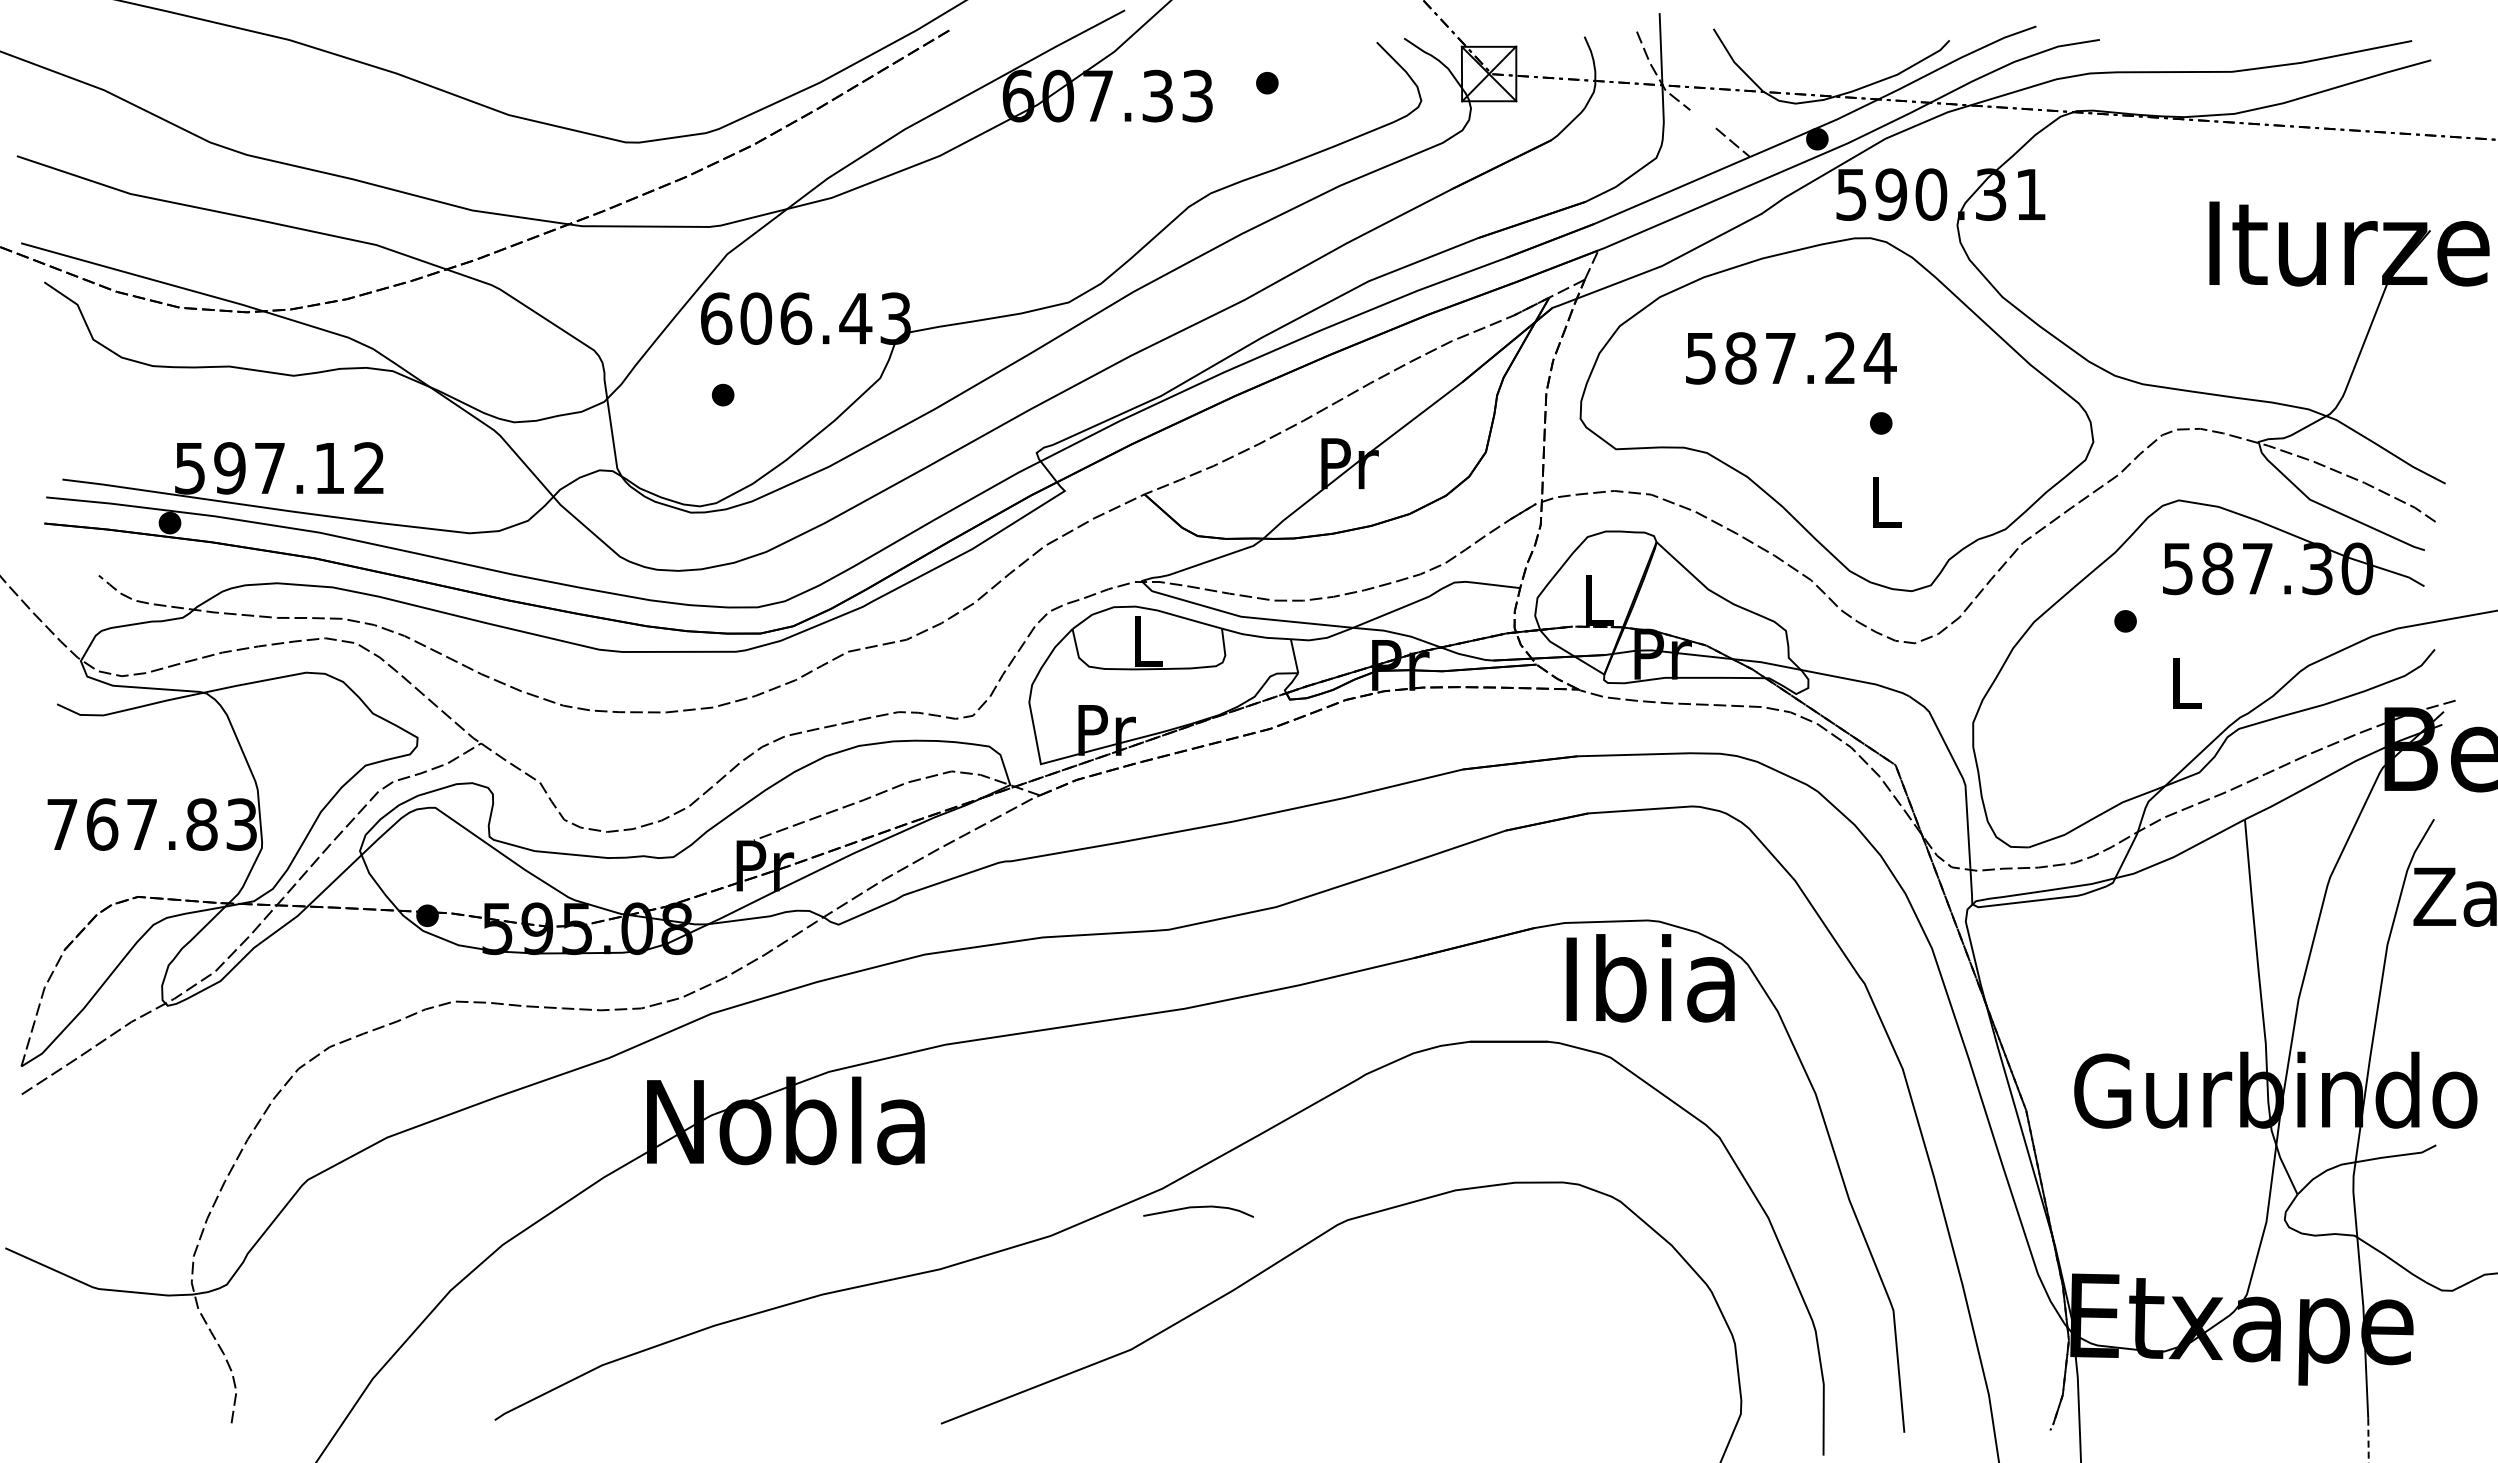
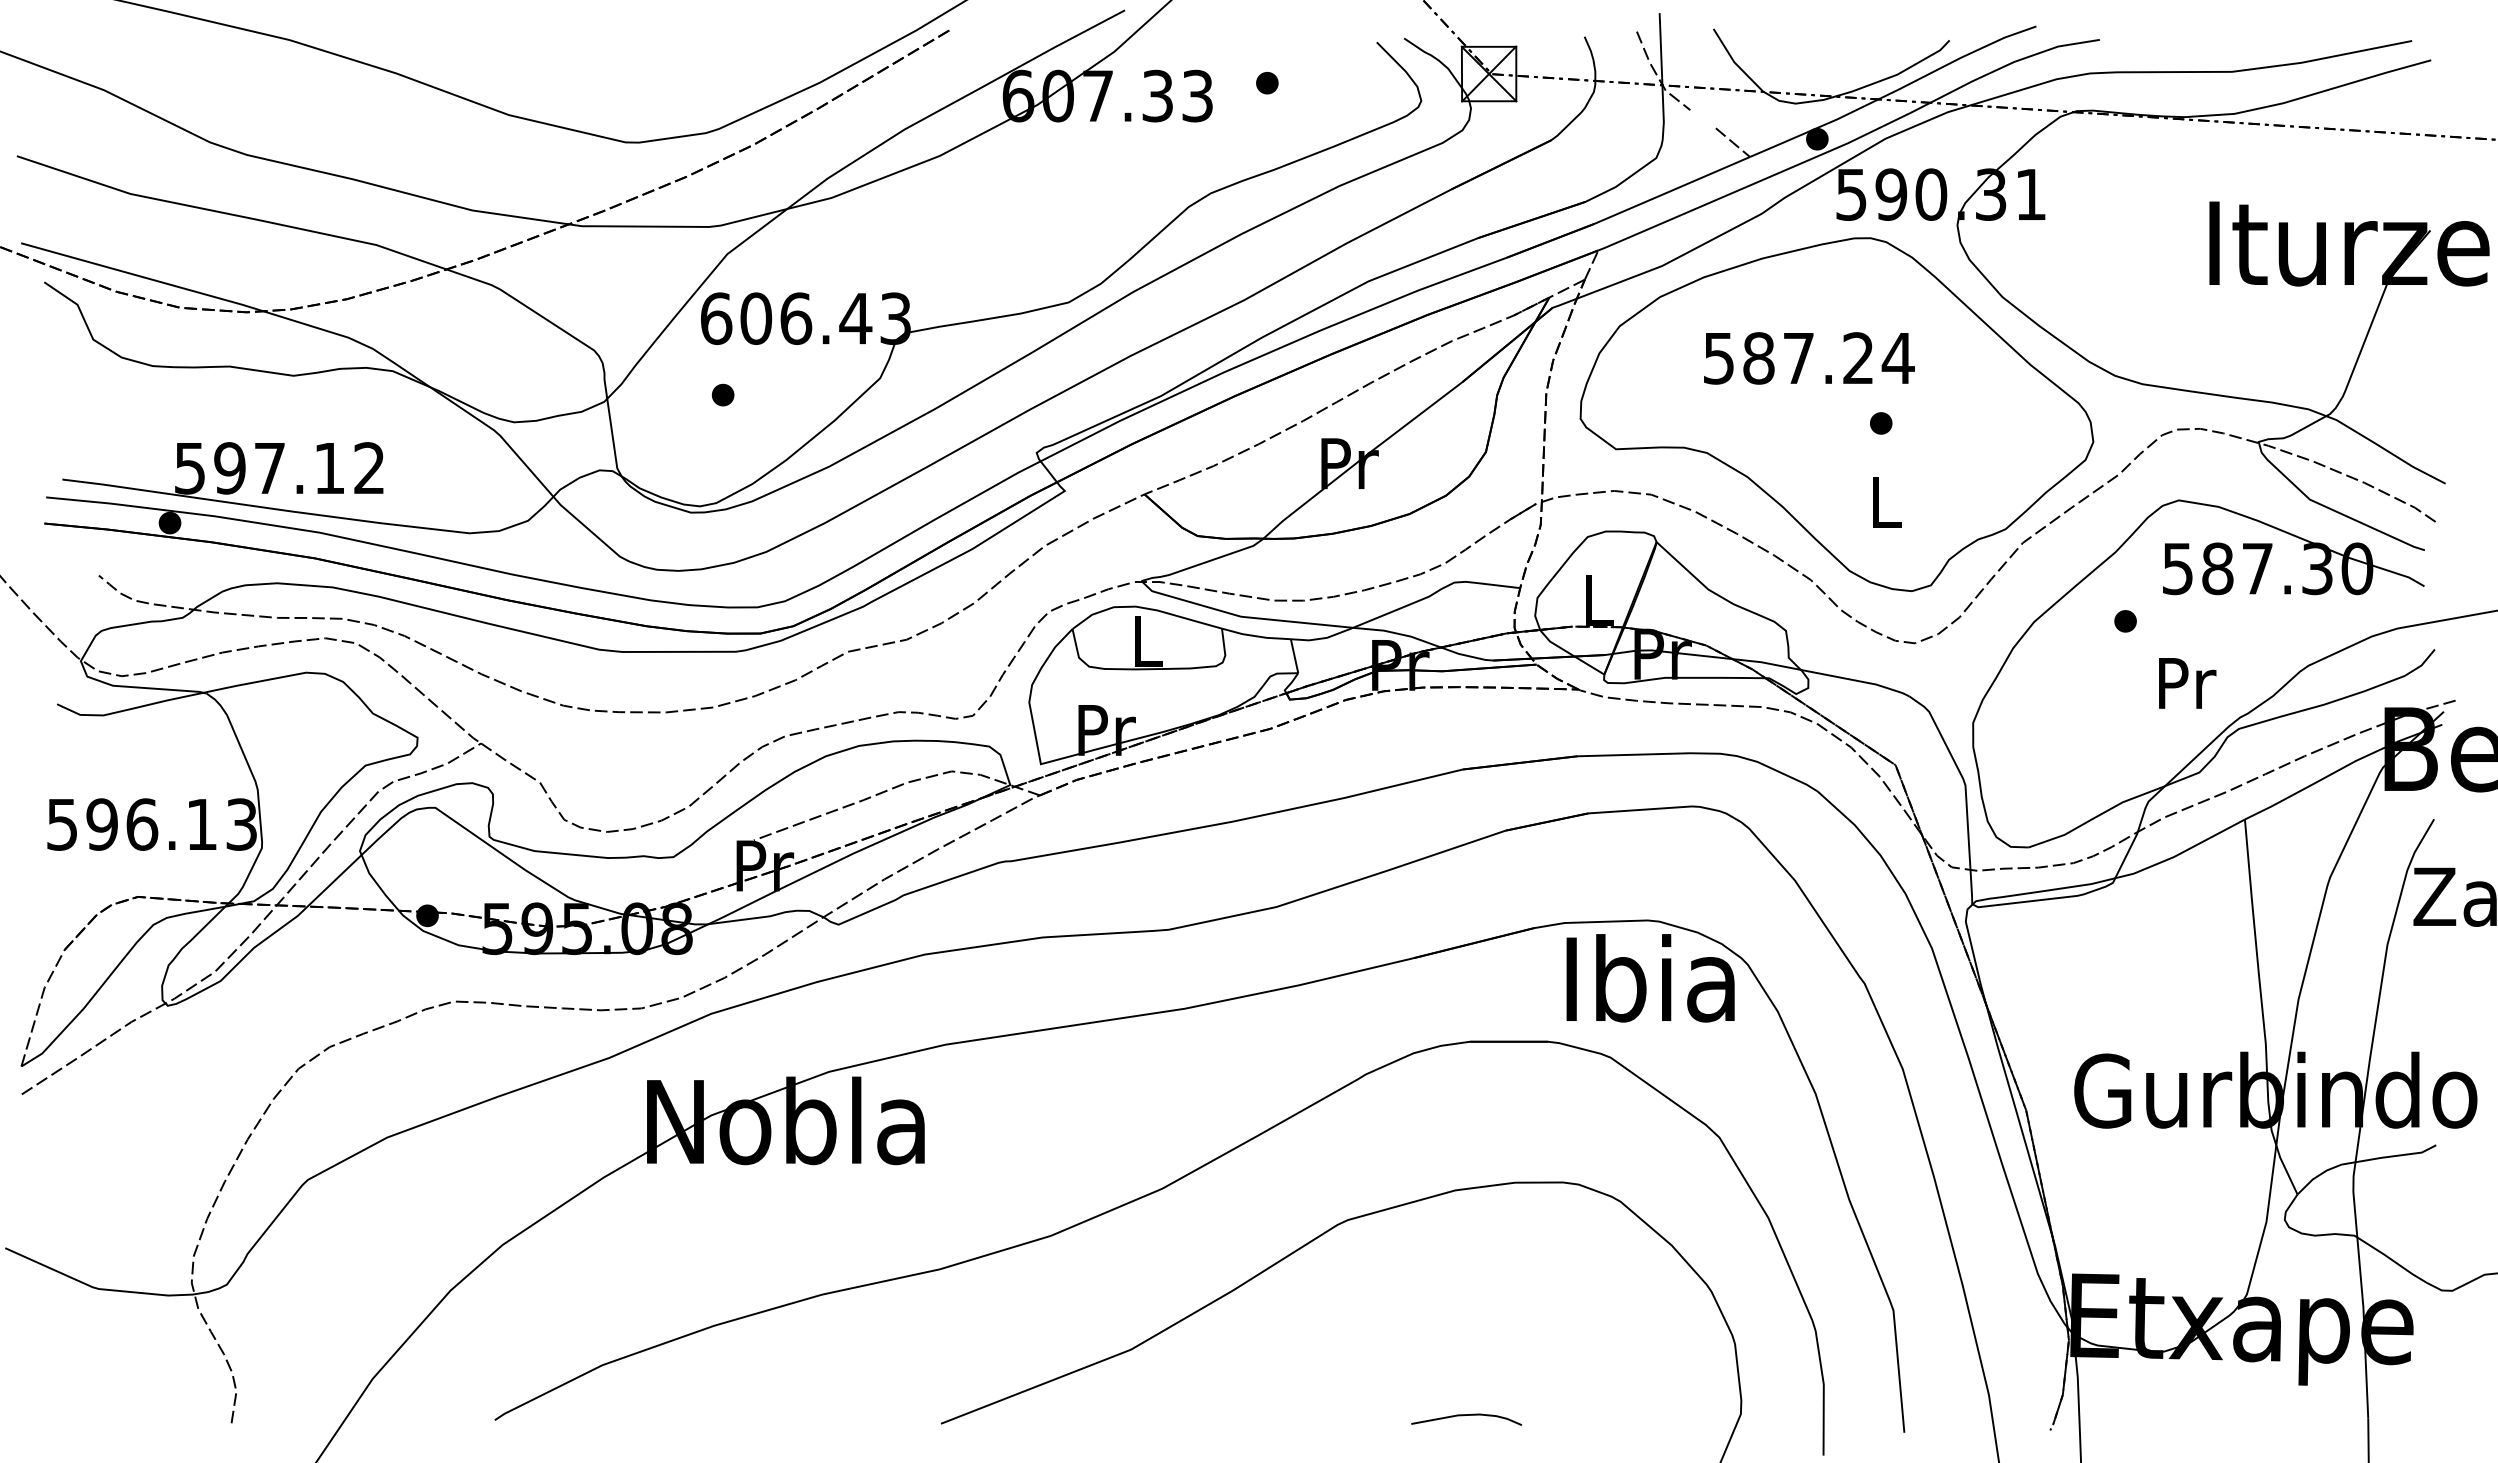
text at (1791, 358) position: (1791, 358) -> (1809, 358)
text at (2187, 683): L -> Pr
text at (132, 824): 767.83 -> 596.13
curve at (1198, 1207) position: (1198, 1207) -> (1466, 1415)
line at (2368, 1440): dashed -> solid
